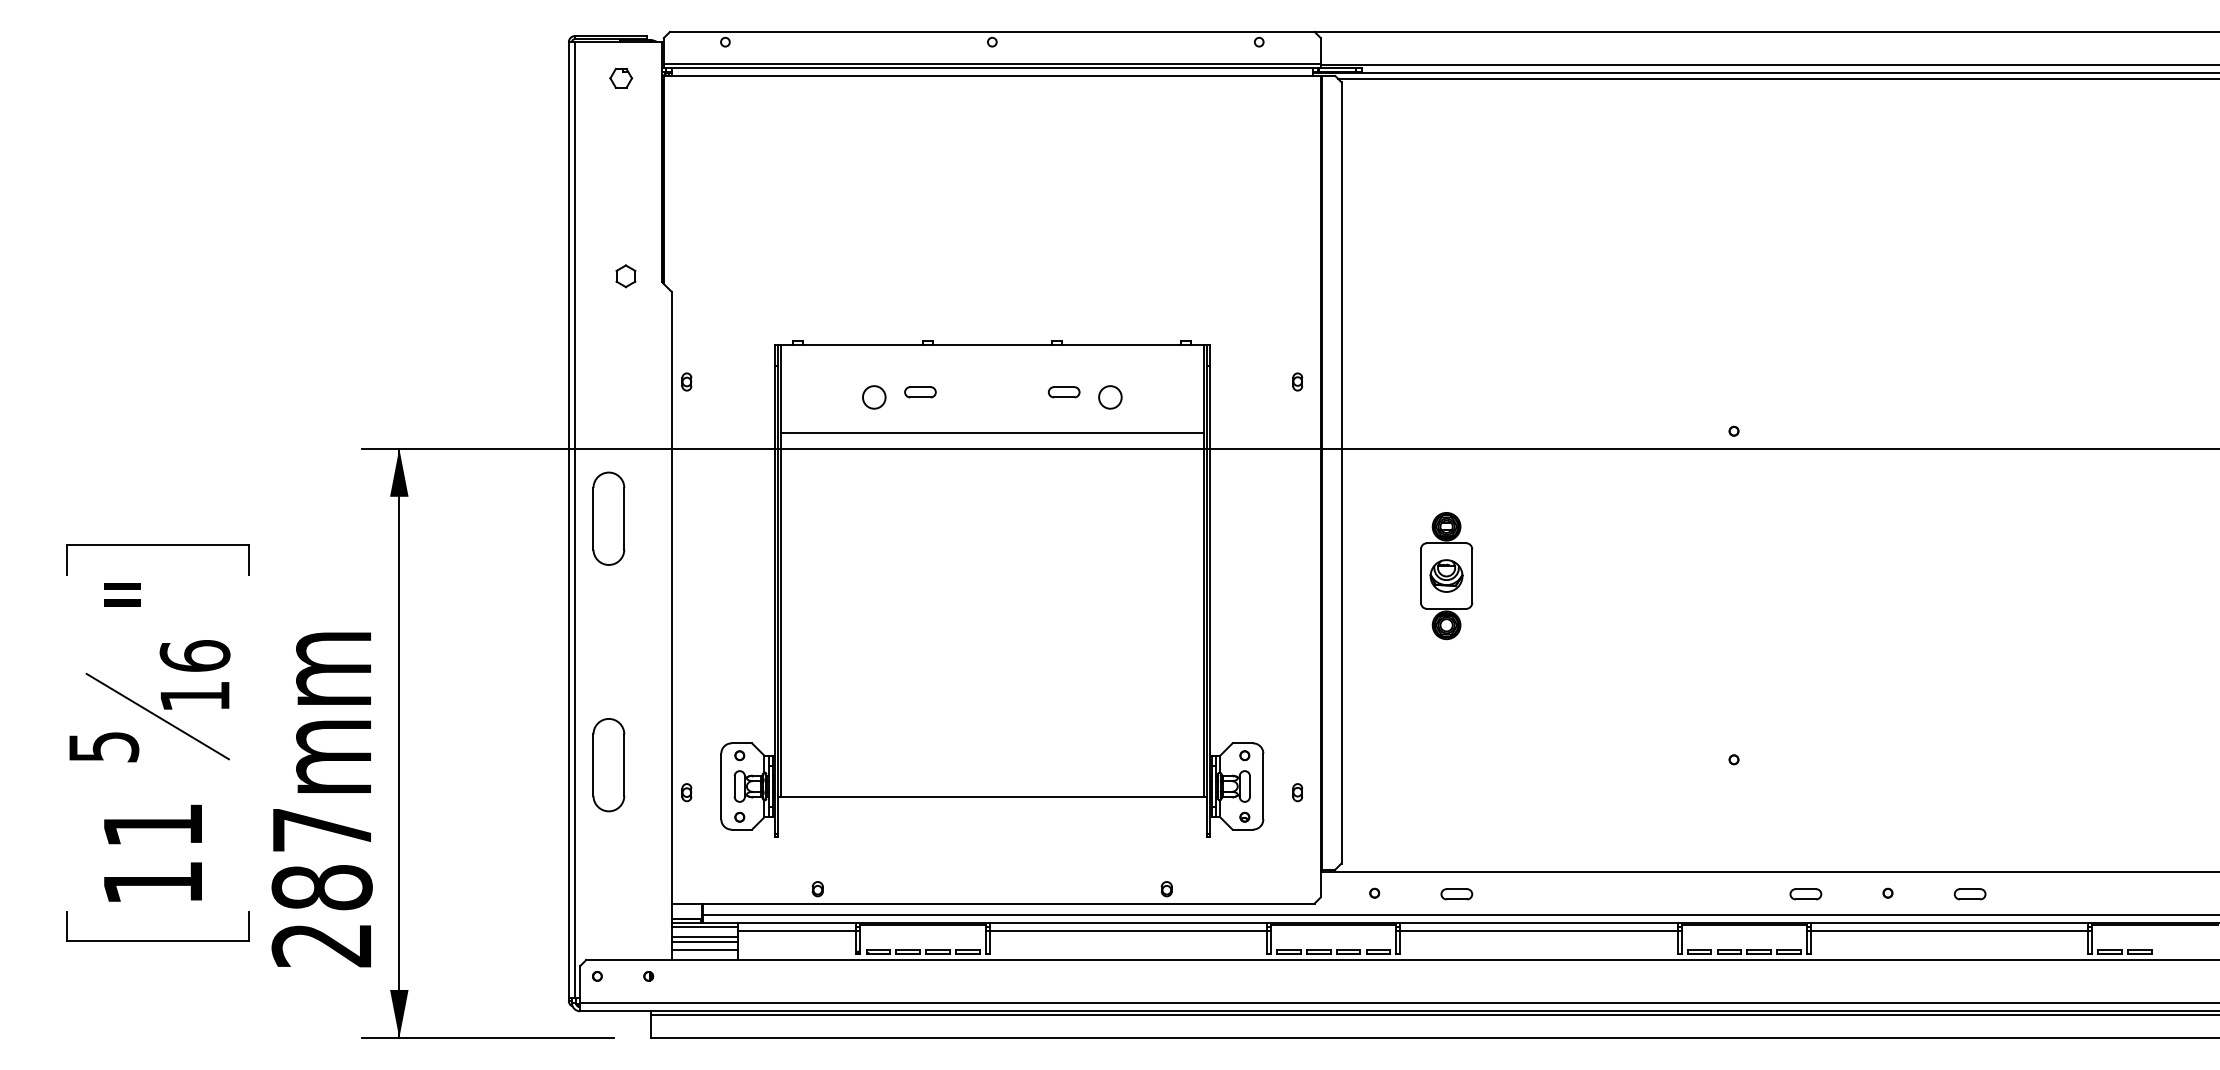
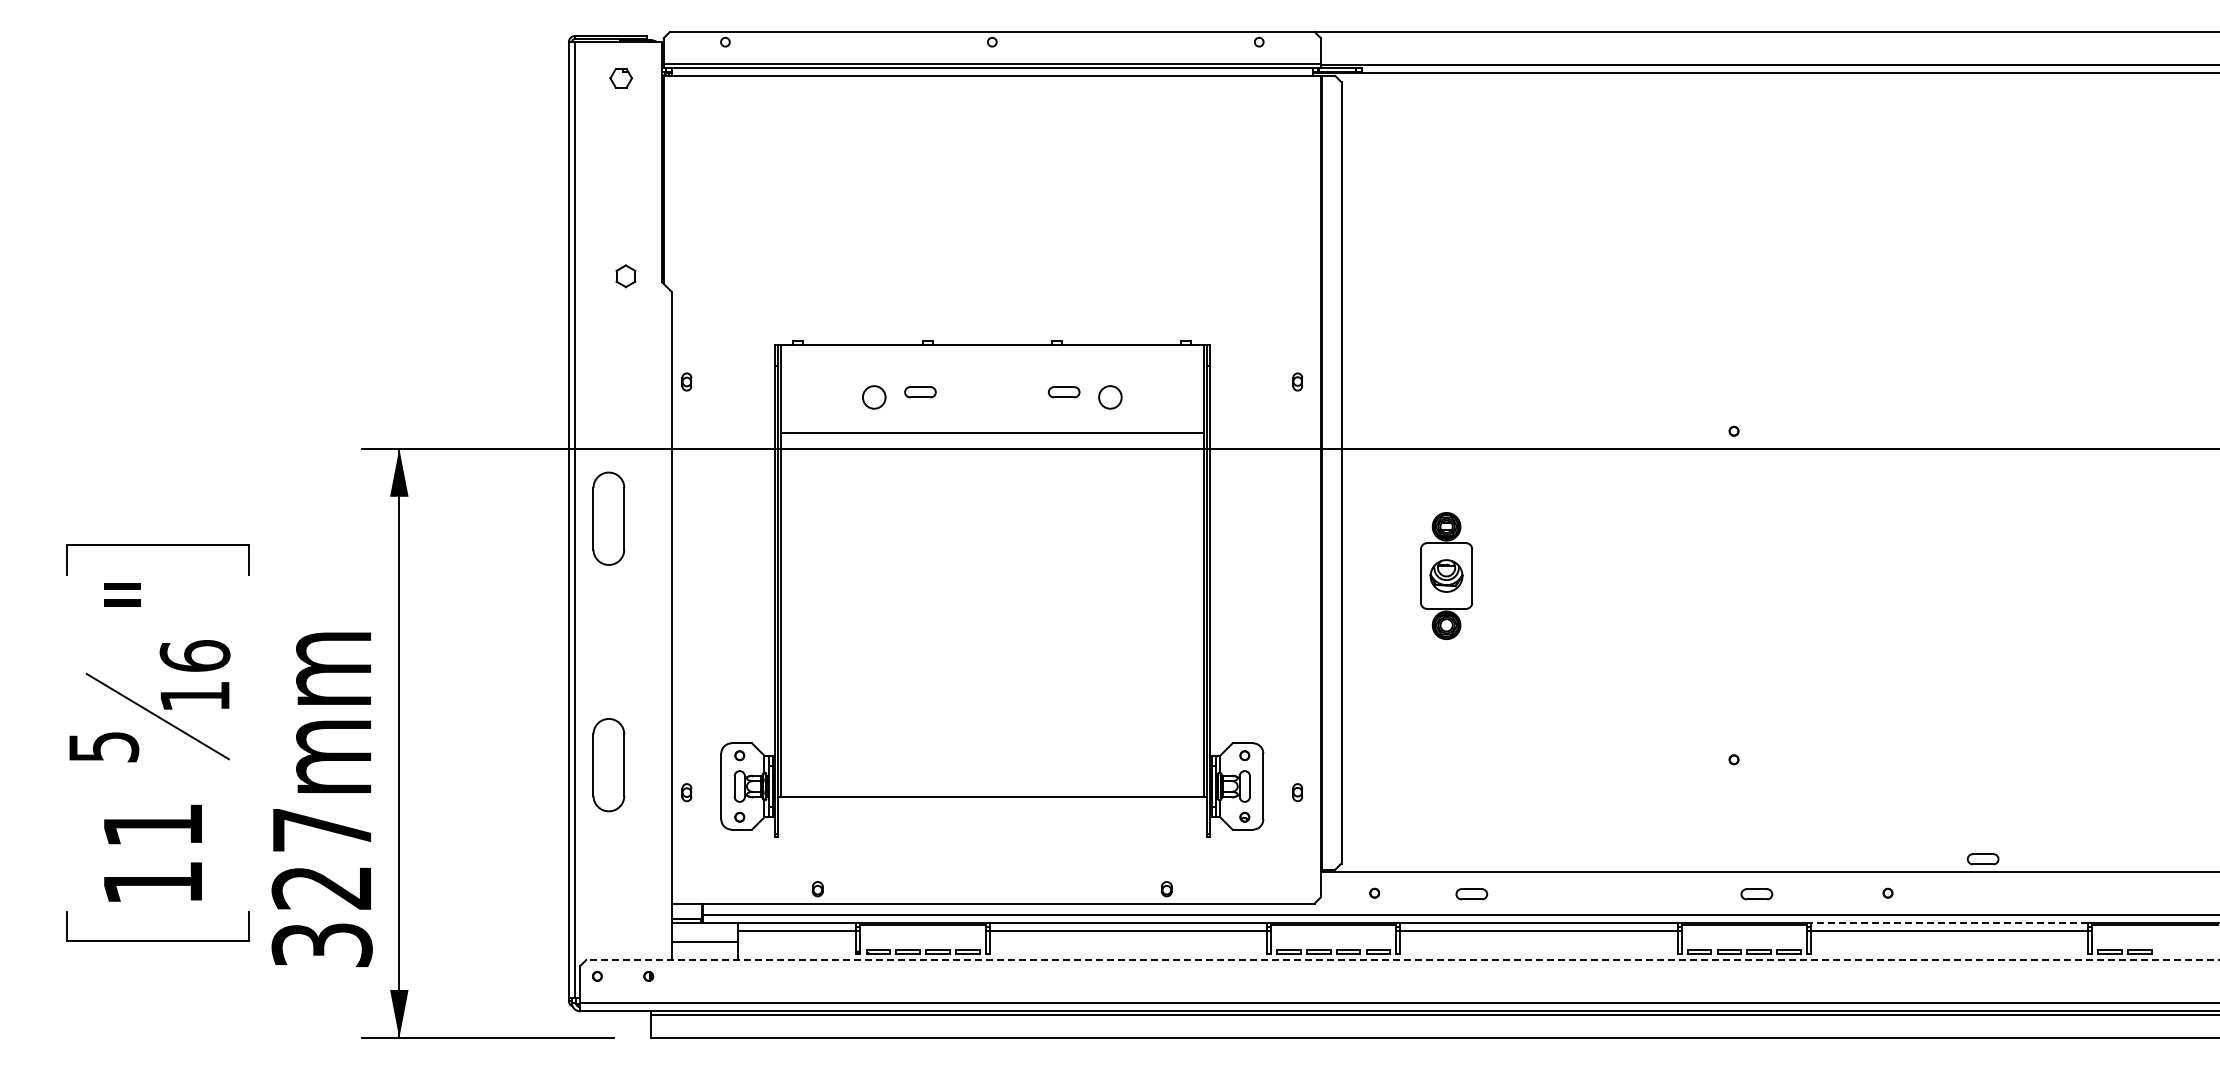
line at (1777, 79): present -> none
part at (1456, 894) position: (1456, 894) -> (1471, 894)
part at (1805, 894) position: (1805, 894) -> (1756, 894)
part at (1969, 894) position: (1969, 894) -> (1982, 859)
text at (321, 916): 287mm -> 327mm
line at (1949, 923): solid -> dashed
line at (704, 927): present -> none
line at (704, 937): present -> none
line at (704, 949): present -> none
line at (1402, 960): solid -> dashed
